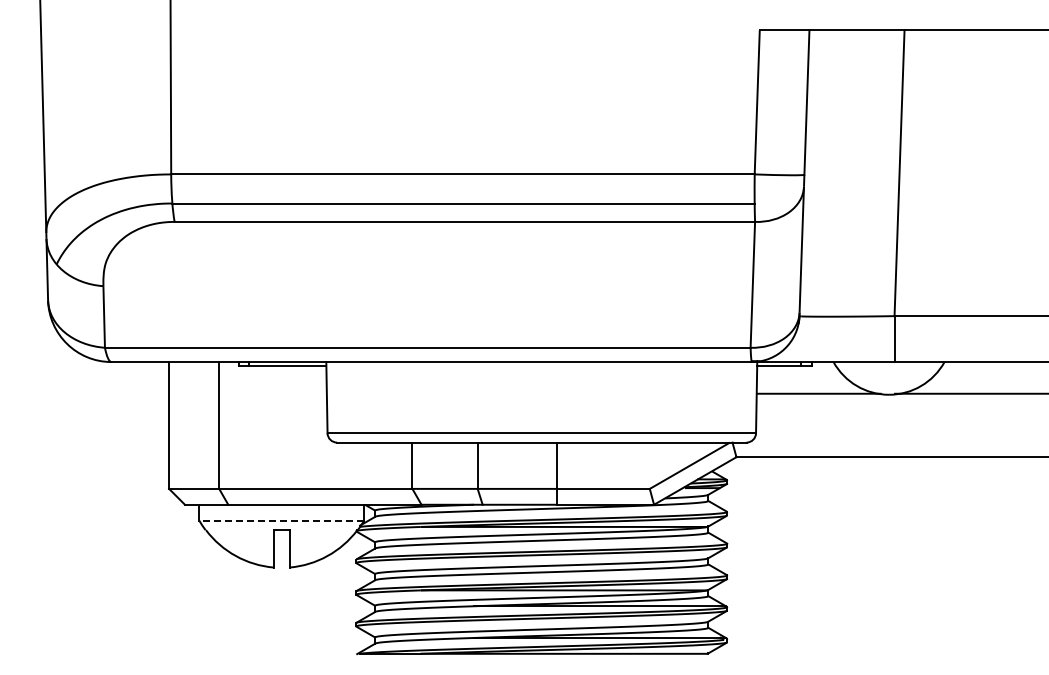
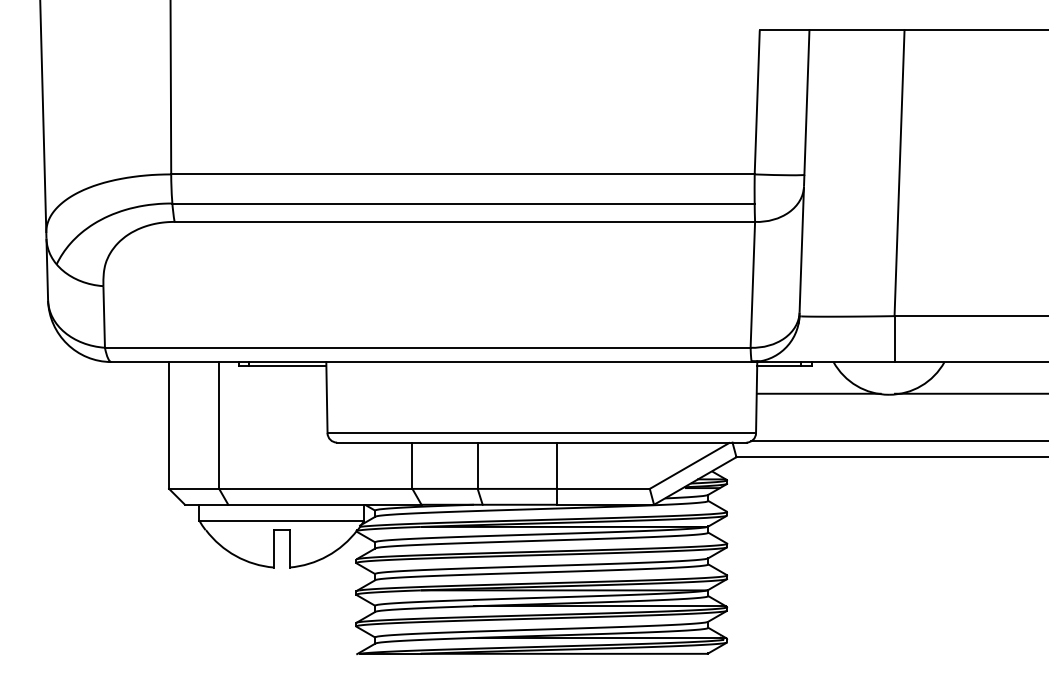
line at (898, 441): none -> present
line at (281, 520): dashed -> solid
